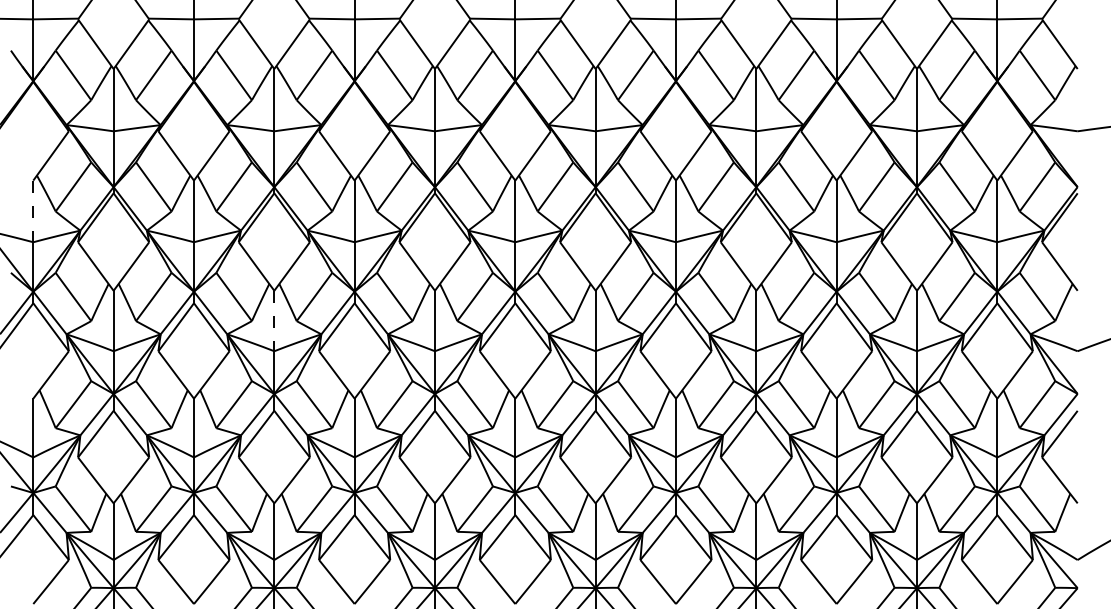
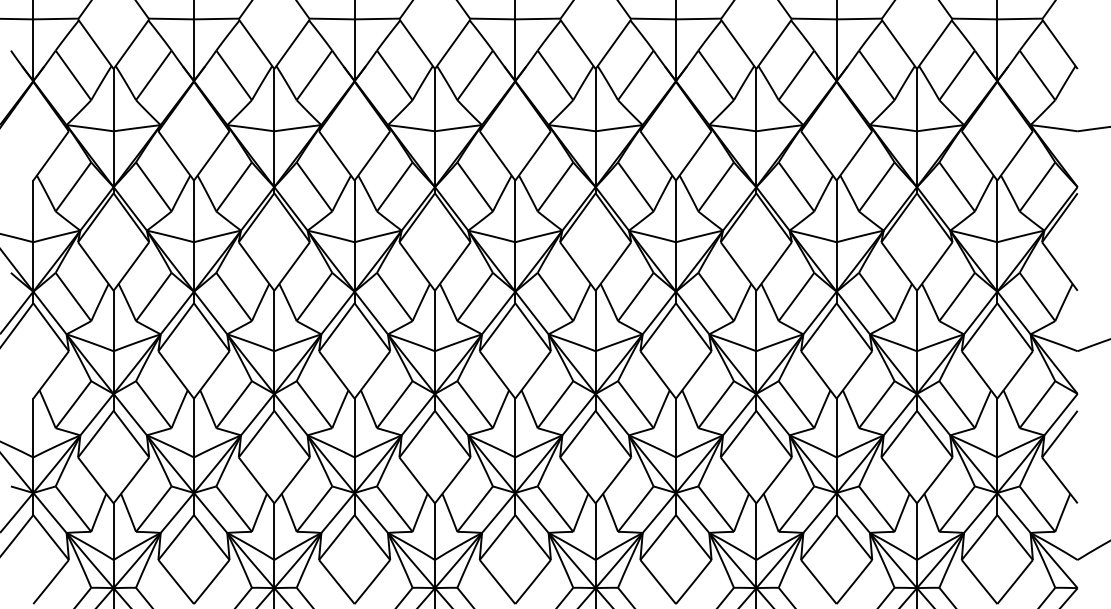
line at (33, 211): dashed -> solid
line at (274, 321): dashed -> solid
